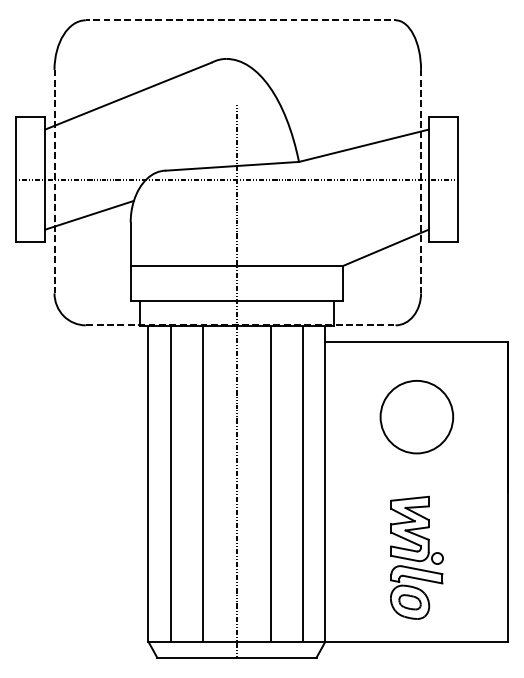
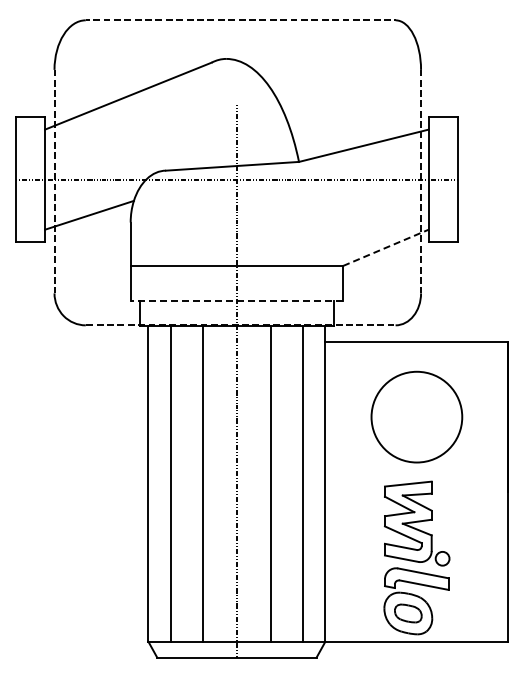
line at (386, 247): solid -> dashed
line at (236, 300): solid -> dashed
circle at (416, 416) diameter: 73 px -> 91 px
part at (416, 557) size: 54x125 px -> 68x156 px
